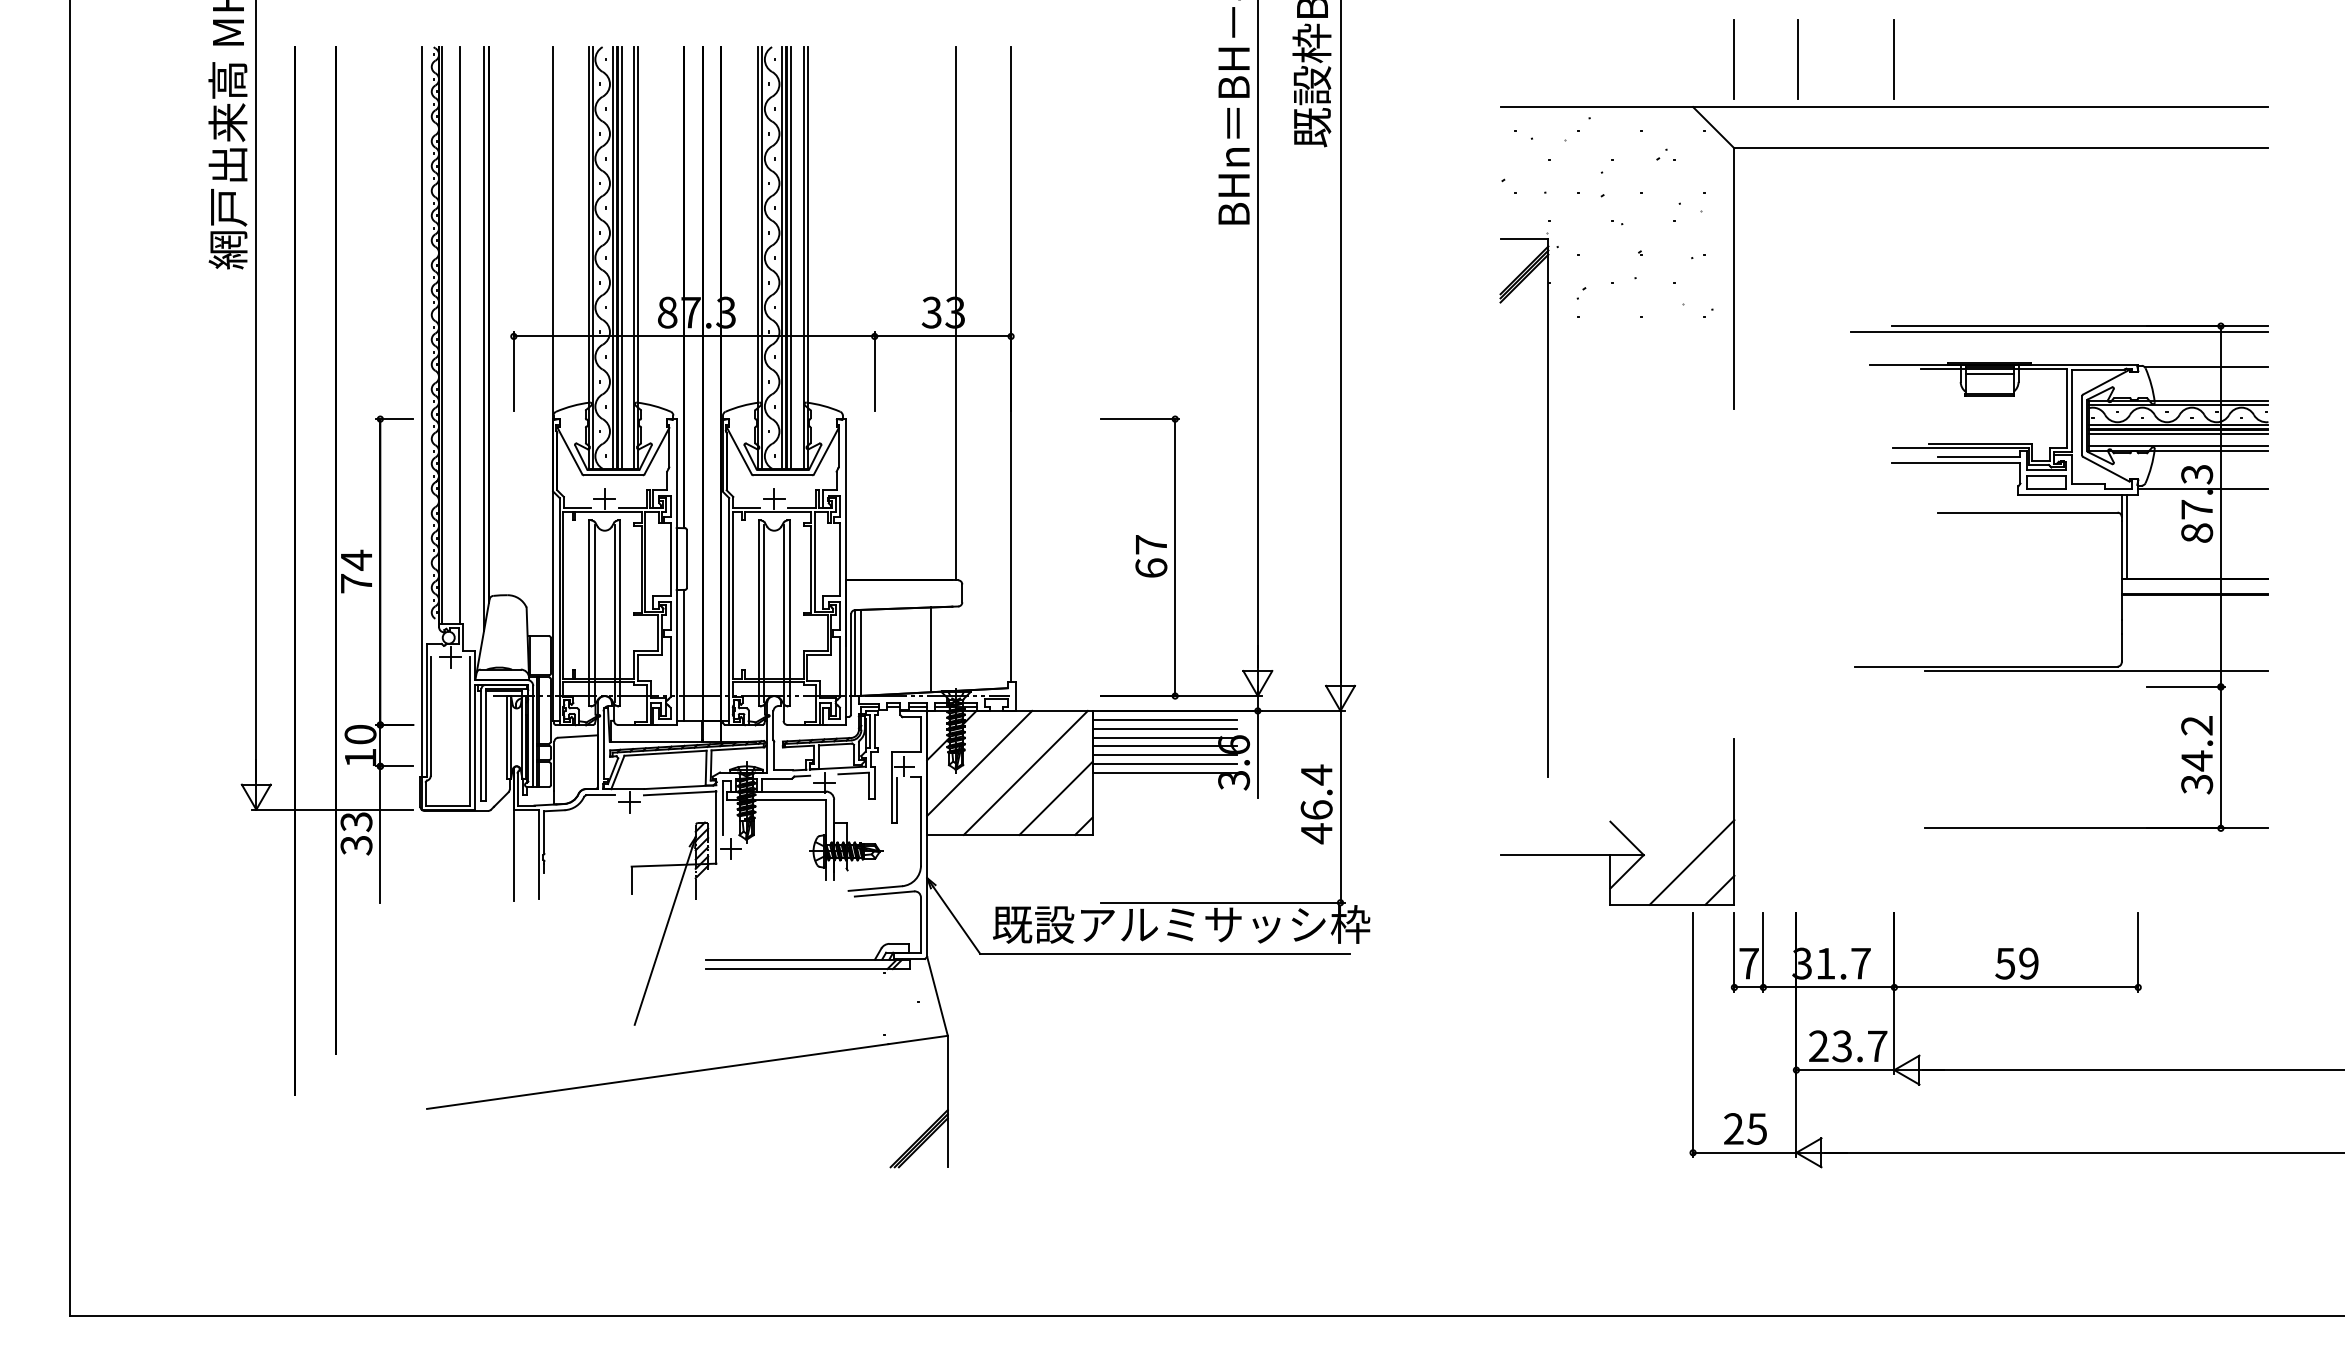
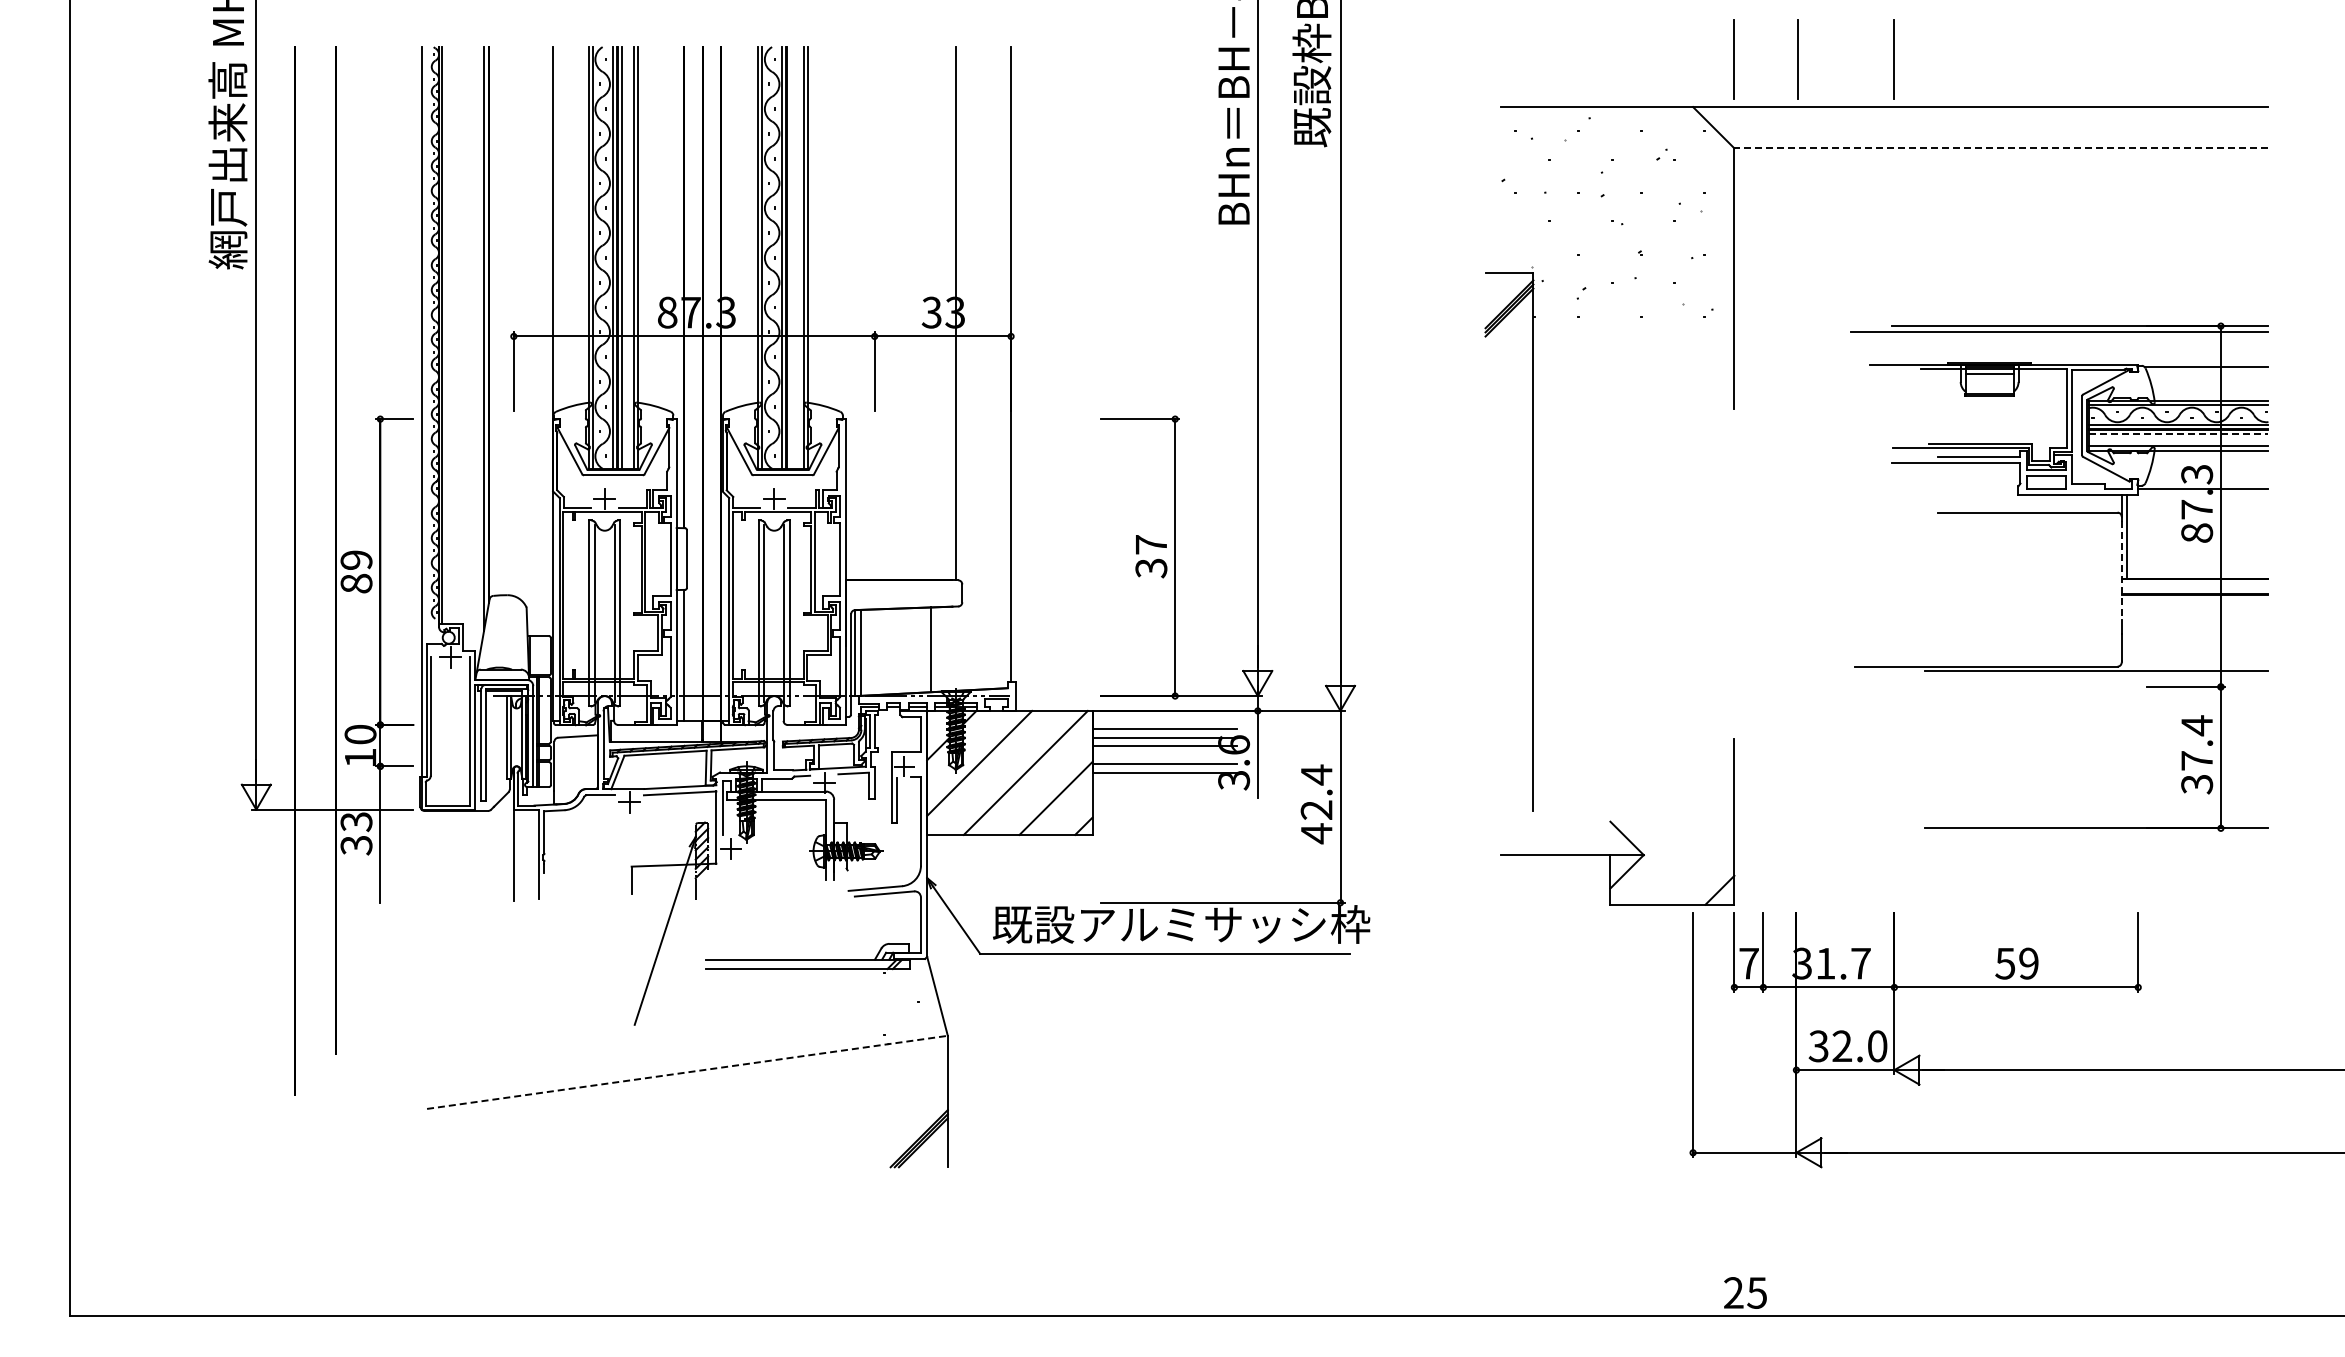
line at (2000, 148): solid -> dashed
line at (791, 257): present -> none
line at (459, 335): present -> none
line at (2178, 434): solid -> dashed
part at (1547, 504) position: (1547, 504) -> (1532, 538)
text at (1151, 568): 67 -> 37
line at (2121, 570): solid -> dashed
text at (356, 571): 74 -> 89
line at (1164, 719): present -> none
text at (2196, 743): 34.2 -> 37.4
line at (1164, 755): present -> none
text at (1316, 809): 46.4 -> 42.4
line at (1691, 862): present -> none
text at (1847, 1046): 23.7 -> 32.0
line at (687, 1072): solid -> dashed
text at (1745, 1128) position: (1745, 1128) -> (1745, 1292)
